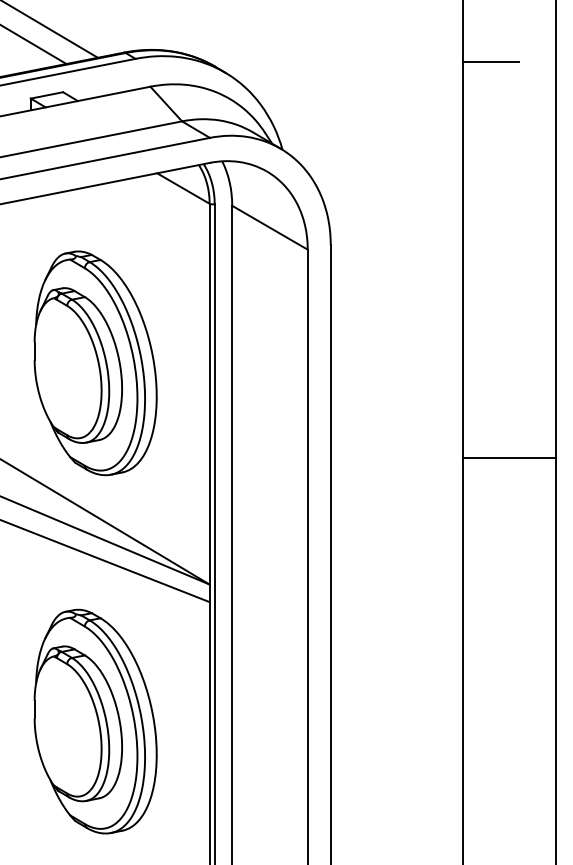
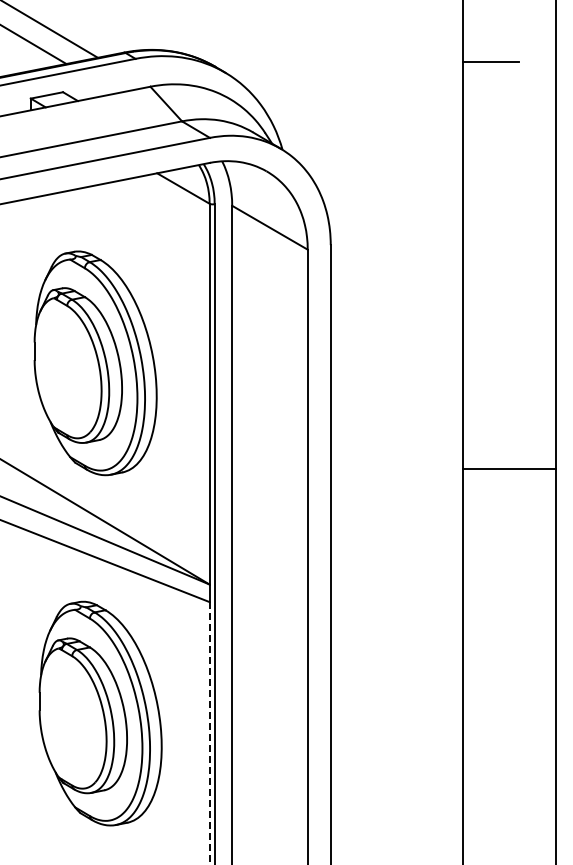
line at (508, 458) position: (508, 458) -> (508, 469)
part at (95, 721) position: (95, 721) -> (100, 713)
line at (209, 733): solid -> dashed
